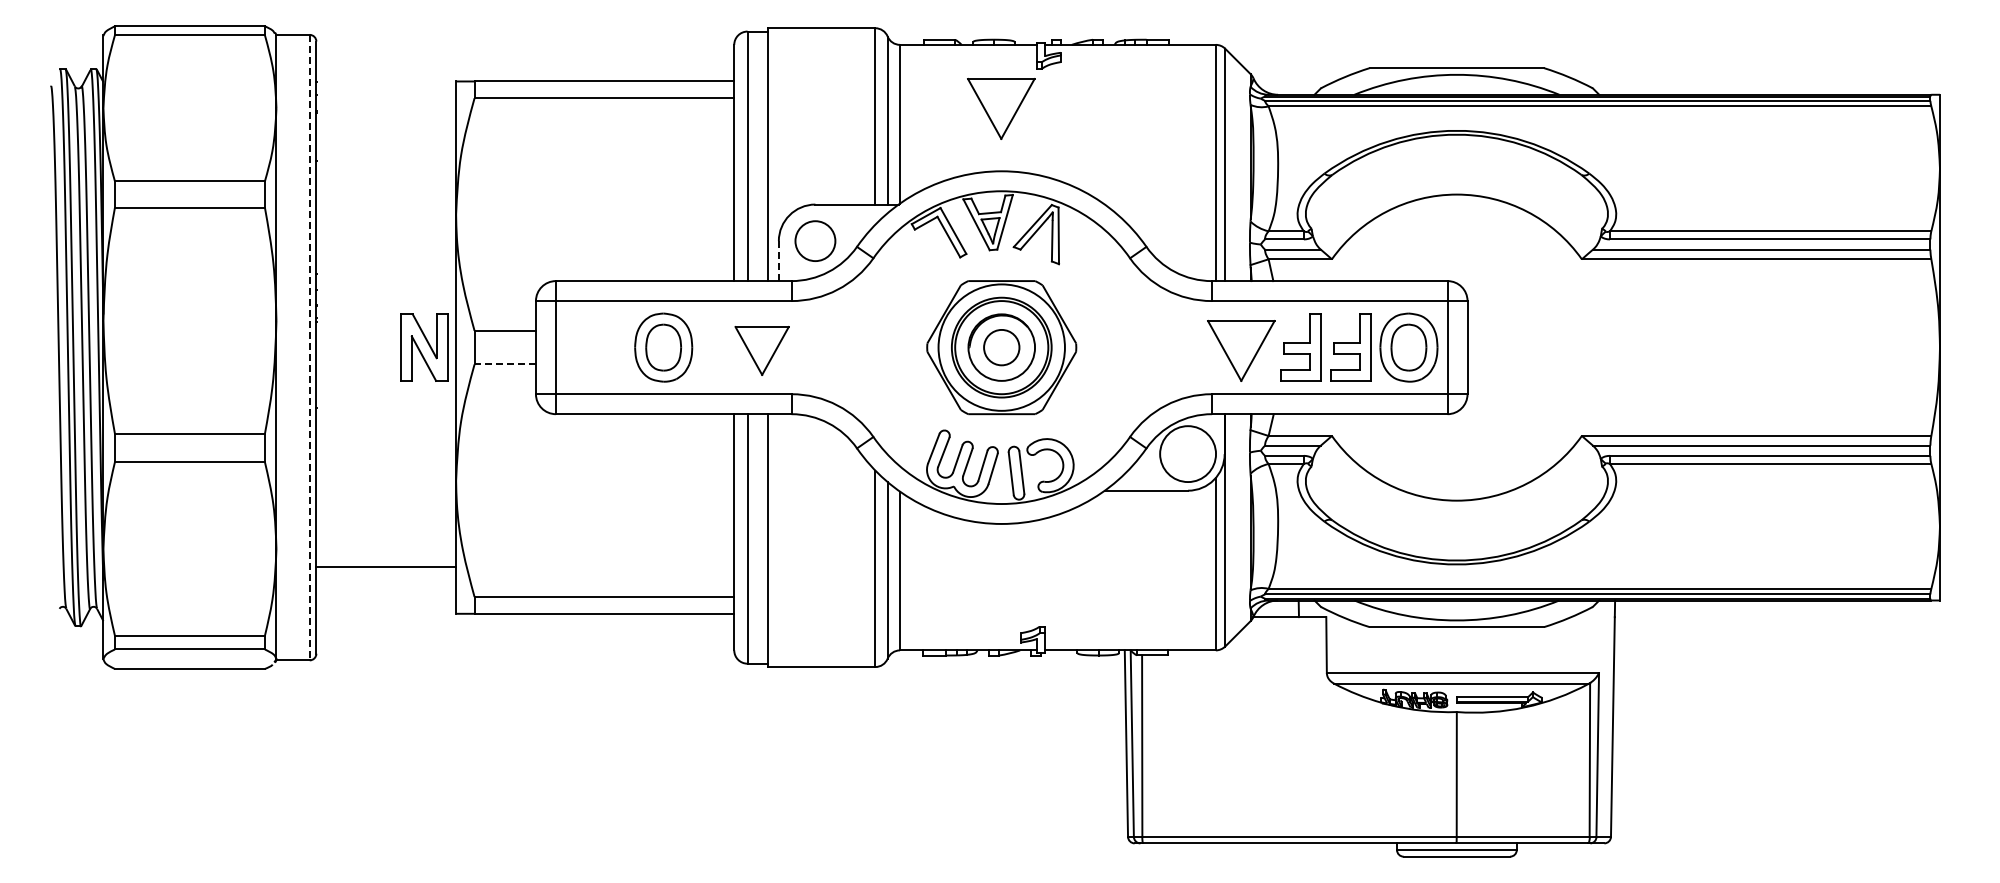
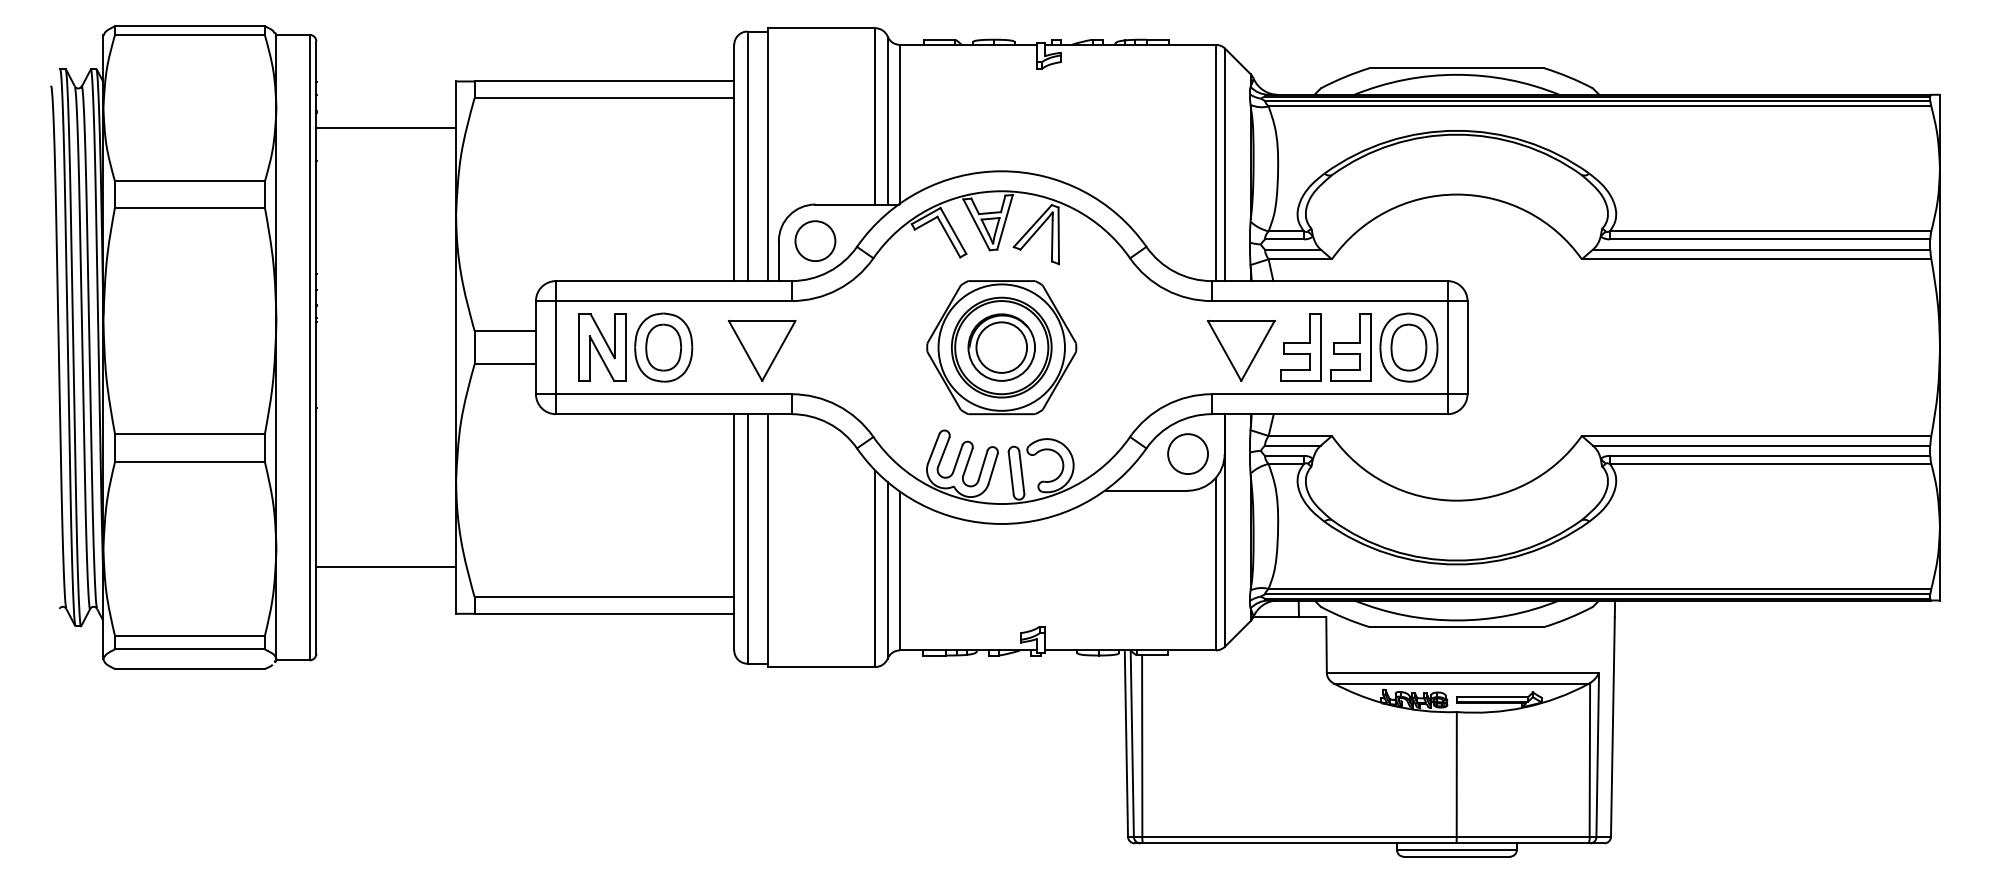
part at (1001, 108): present -> none
line at (386, 128): none -> present
line at (778, 261): dashed -> solid
line at (309, 347): dashed -> solid
part at (424, 347) position: (424, 347) -> (602, 347)
circle at (1001, 347) diameter: 35 px -> 51 px
part at (761, 350) size: 56x50 px -> 70x62 px
line at (505, 364): dashed -> solid
circle at (1188, 454) diameter: 56 px -> 40 px
